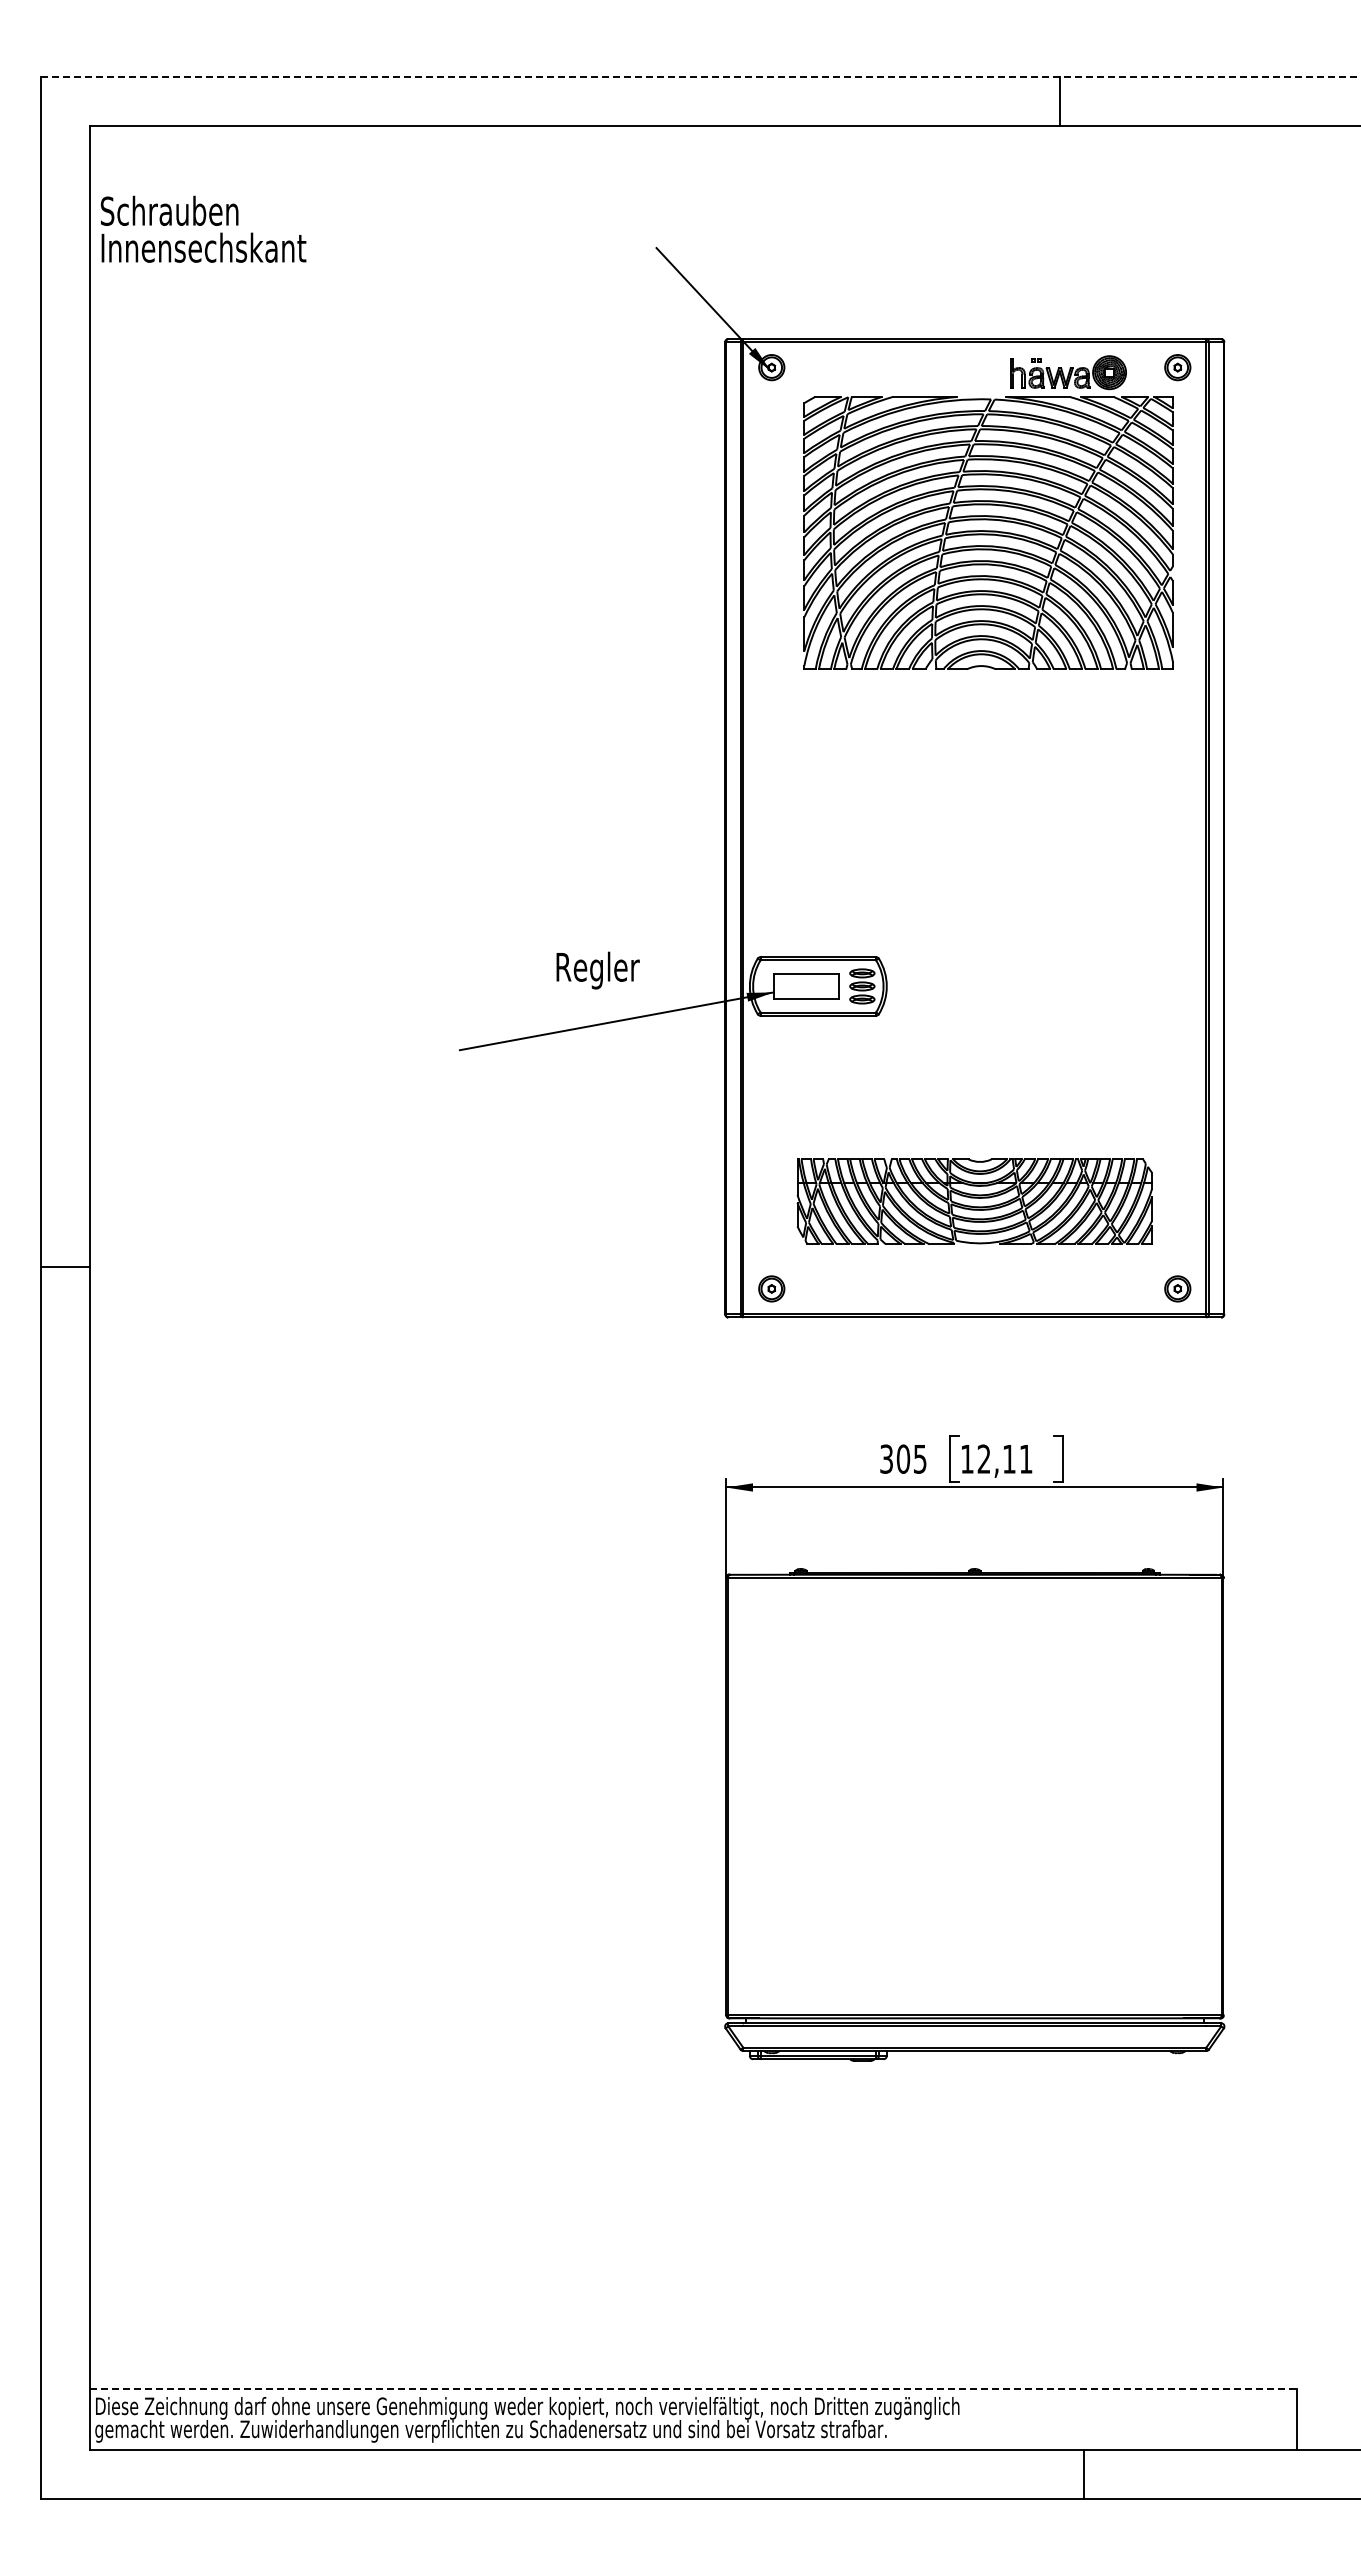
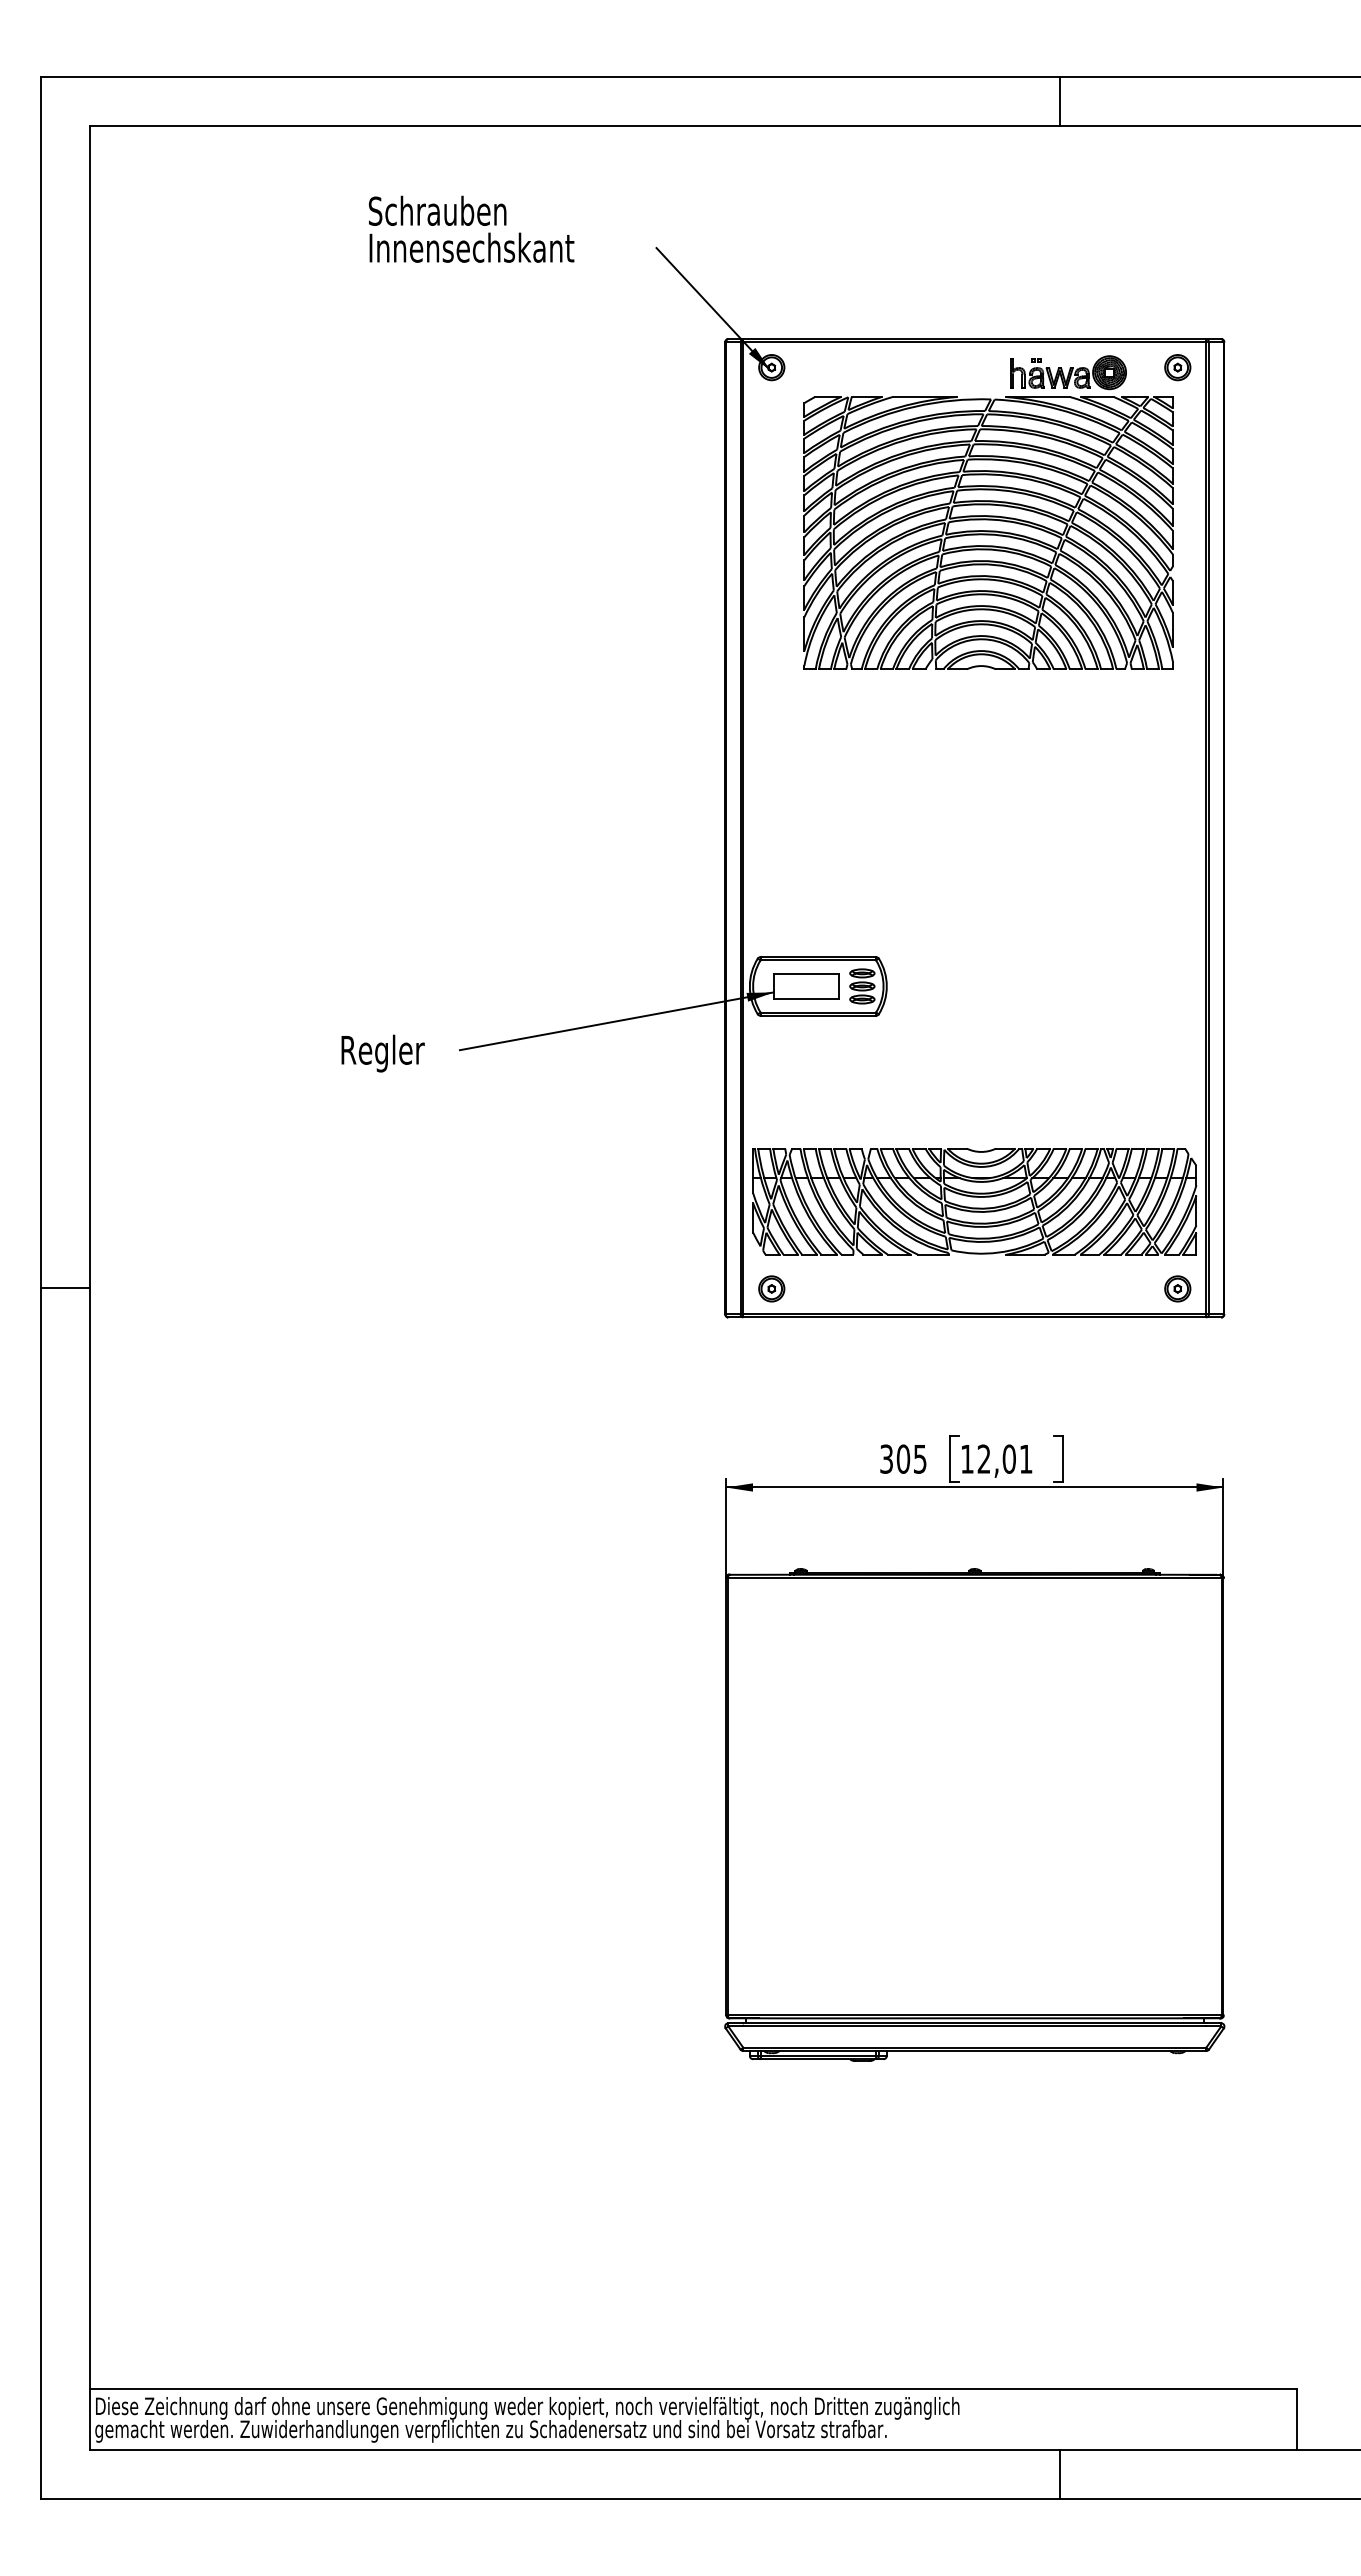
line at (700, 77): dashed -> solid
text at (203, 228) position: (203, 228) -> (471, 228)
text at (597, 970) position: (597, 970) -> (382, 1053)
part at (974, 1201) size: 357x87 px -> 446x108 px
line at (64, 1267) position: (64, 1267) -> (64, 1288)
text at (1008, 1458): 12,11 -> 12,01
line at (693, 2388): dashed -> solid
line at (1084, 2473) position: (1084, 2473) -> (1060, 2473)
